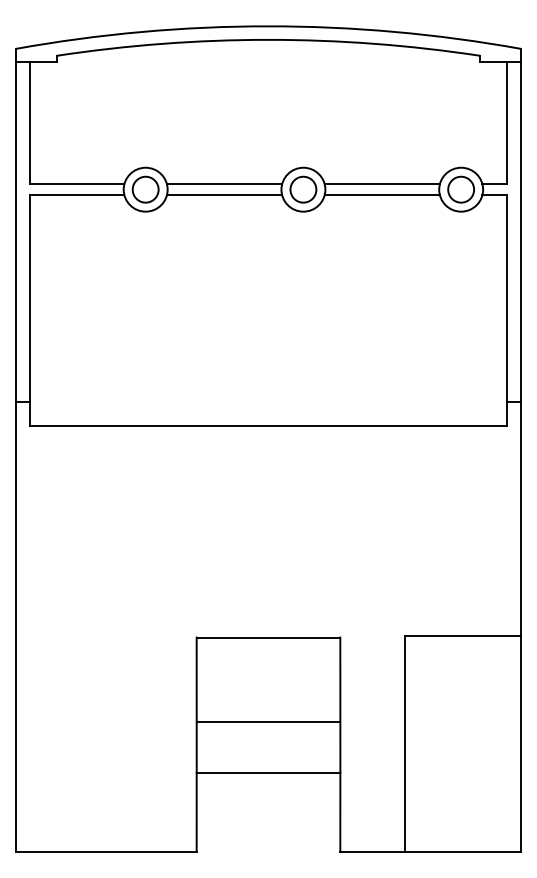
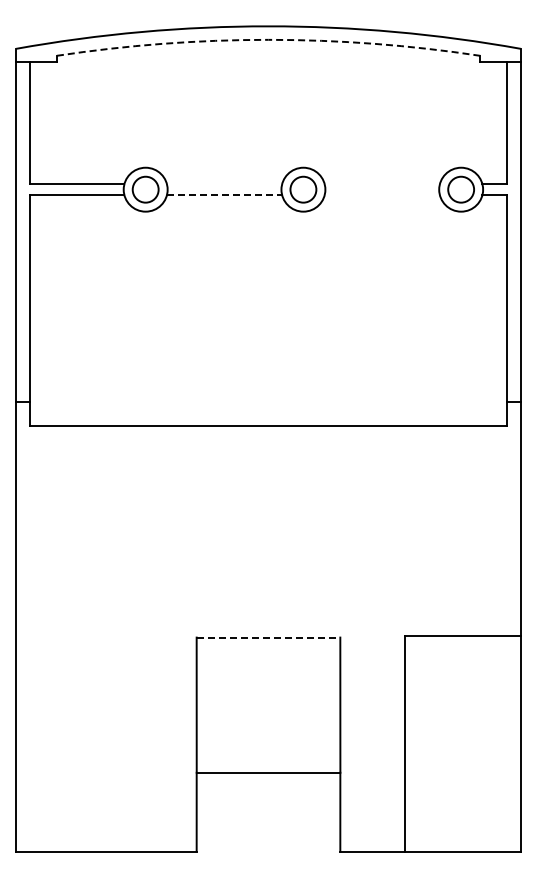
arc at (268, 39): solid -> dashed
line at (224, 184): present -> none
line at (381, 184): present -> none
line at (224, 195): solid -> dashed
line at (381, 195): present -> none
line at (268, 637): solid -> dashed
line at (268, 722): present -> none
